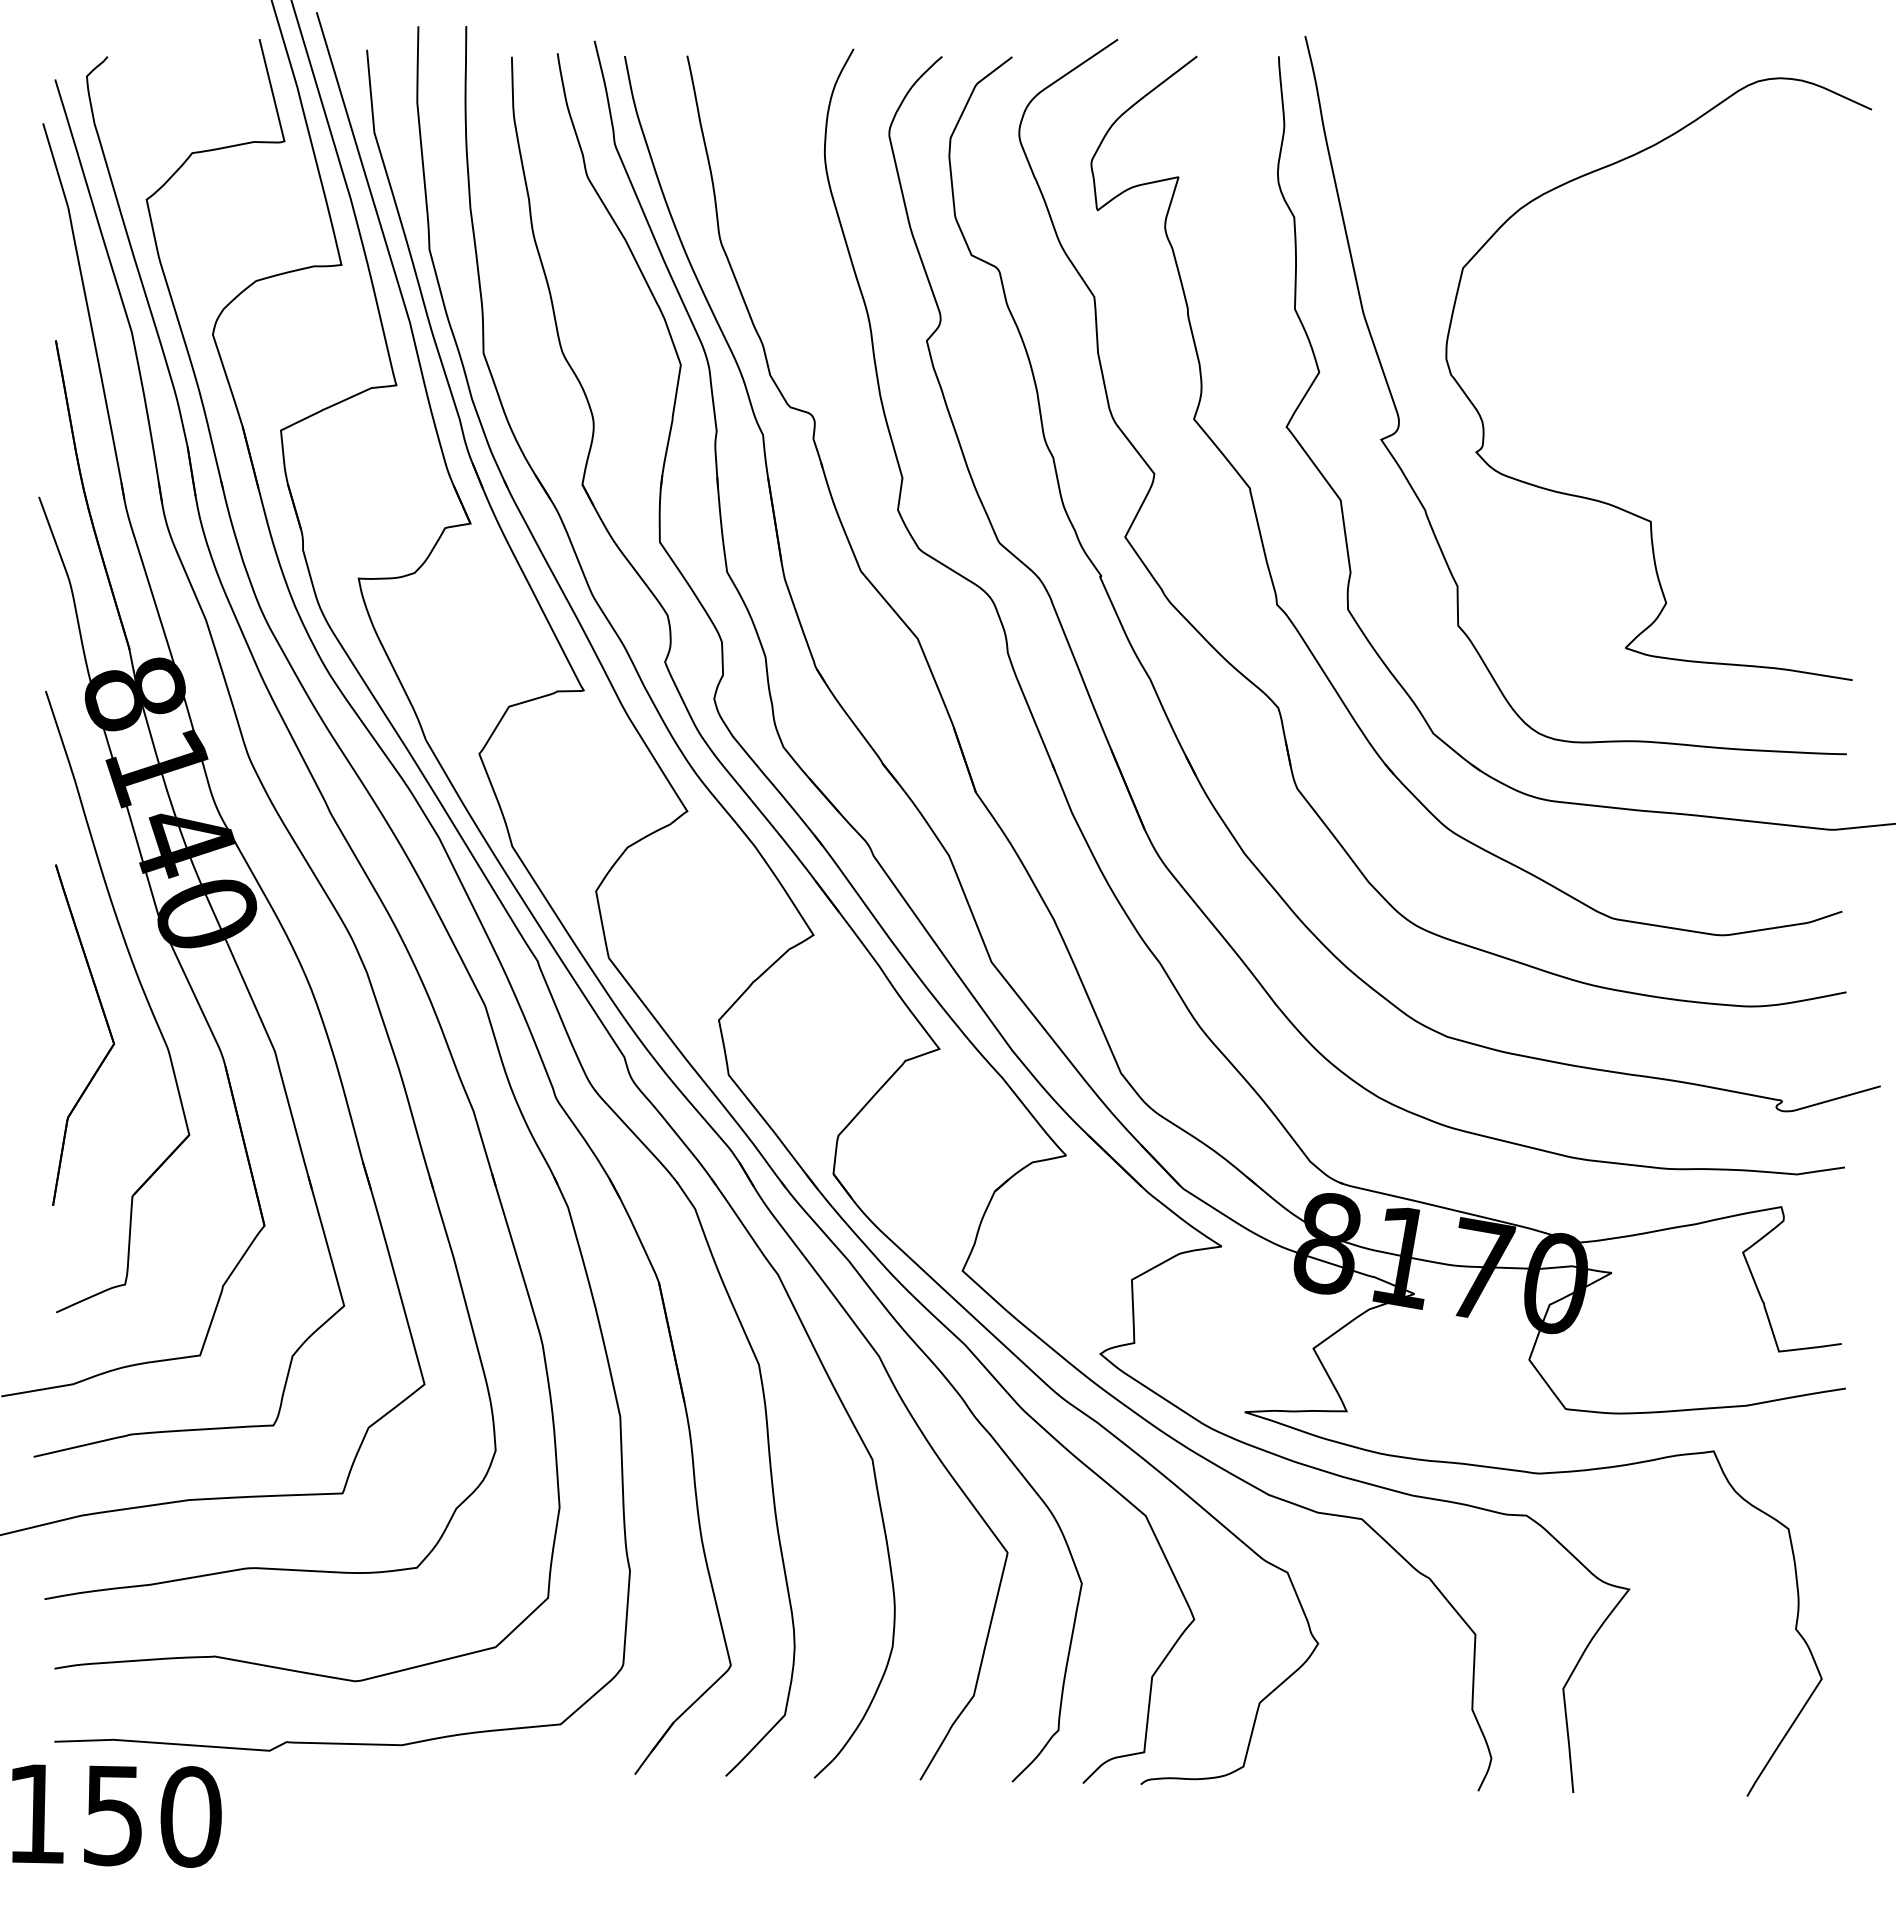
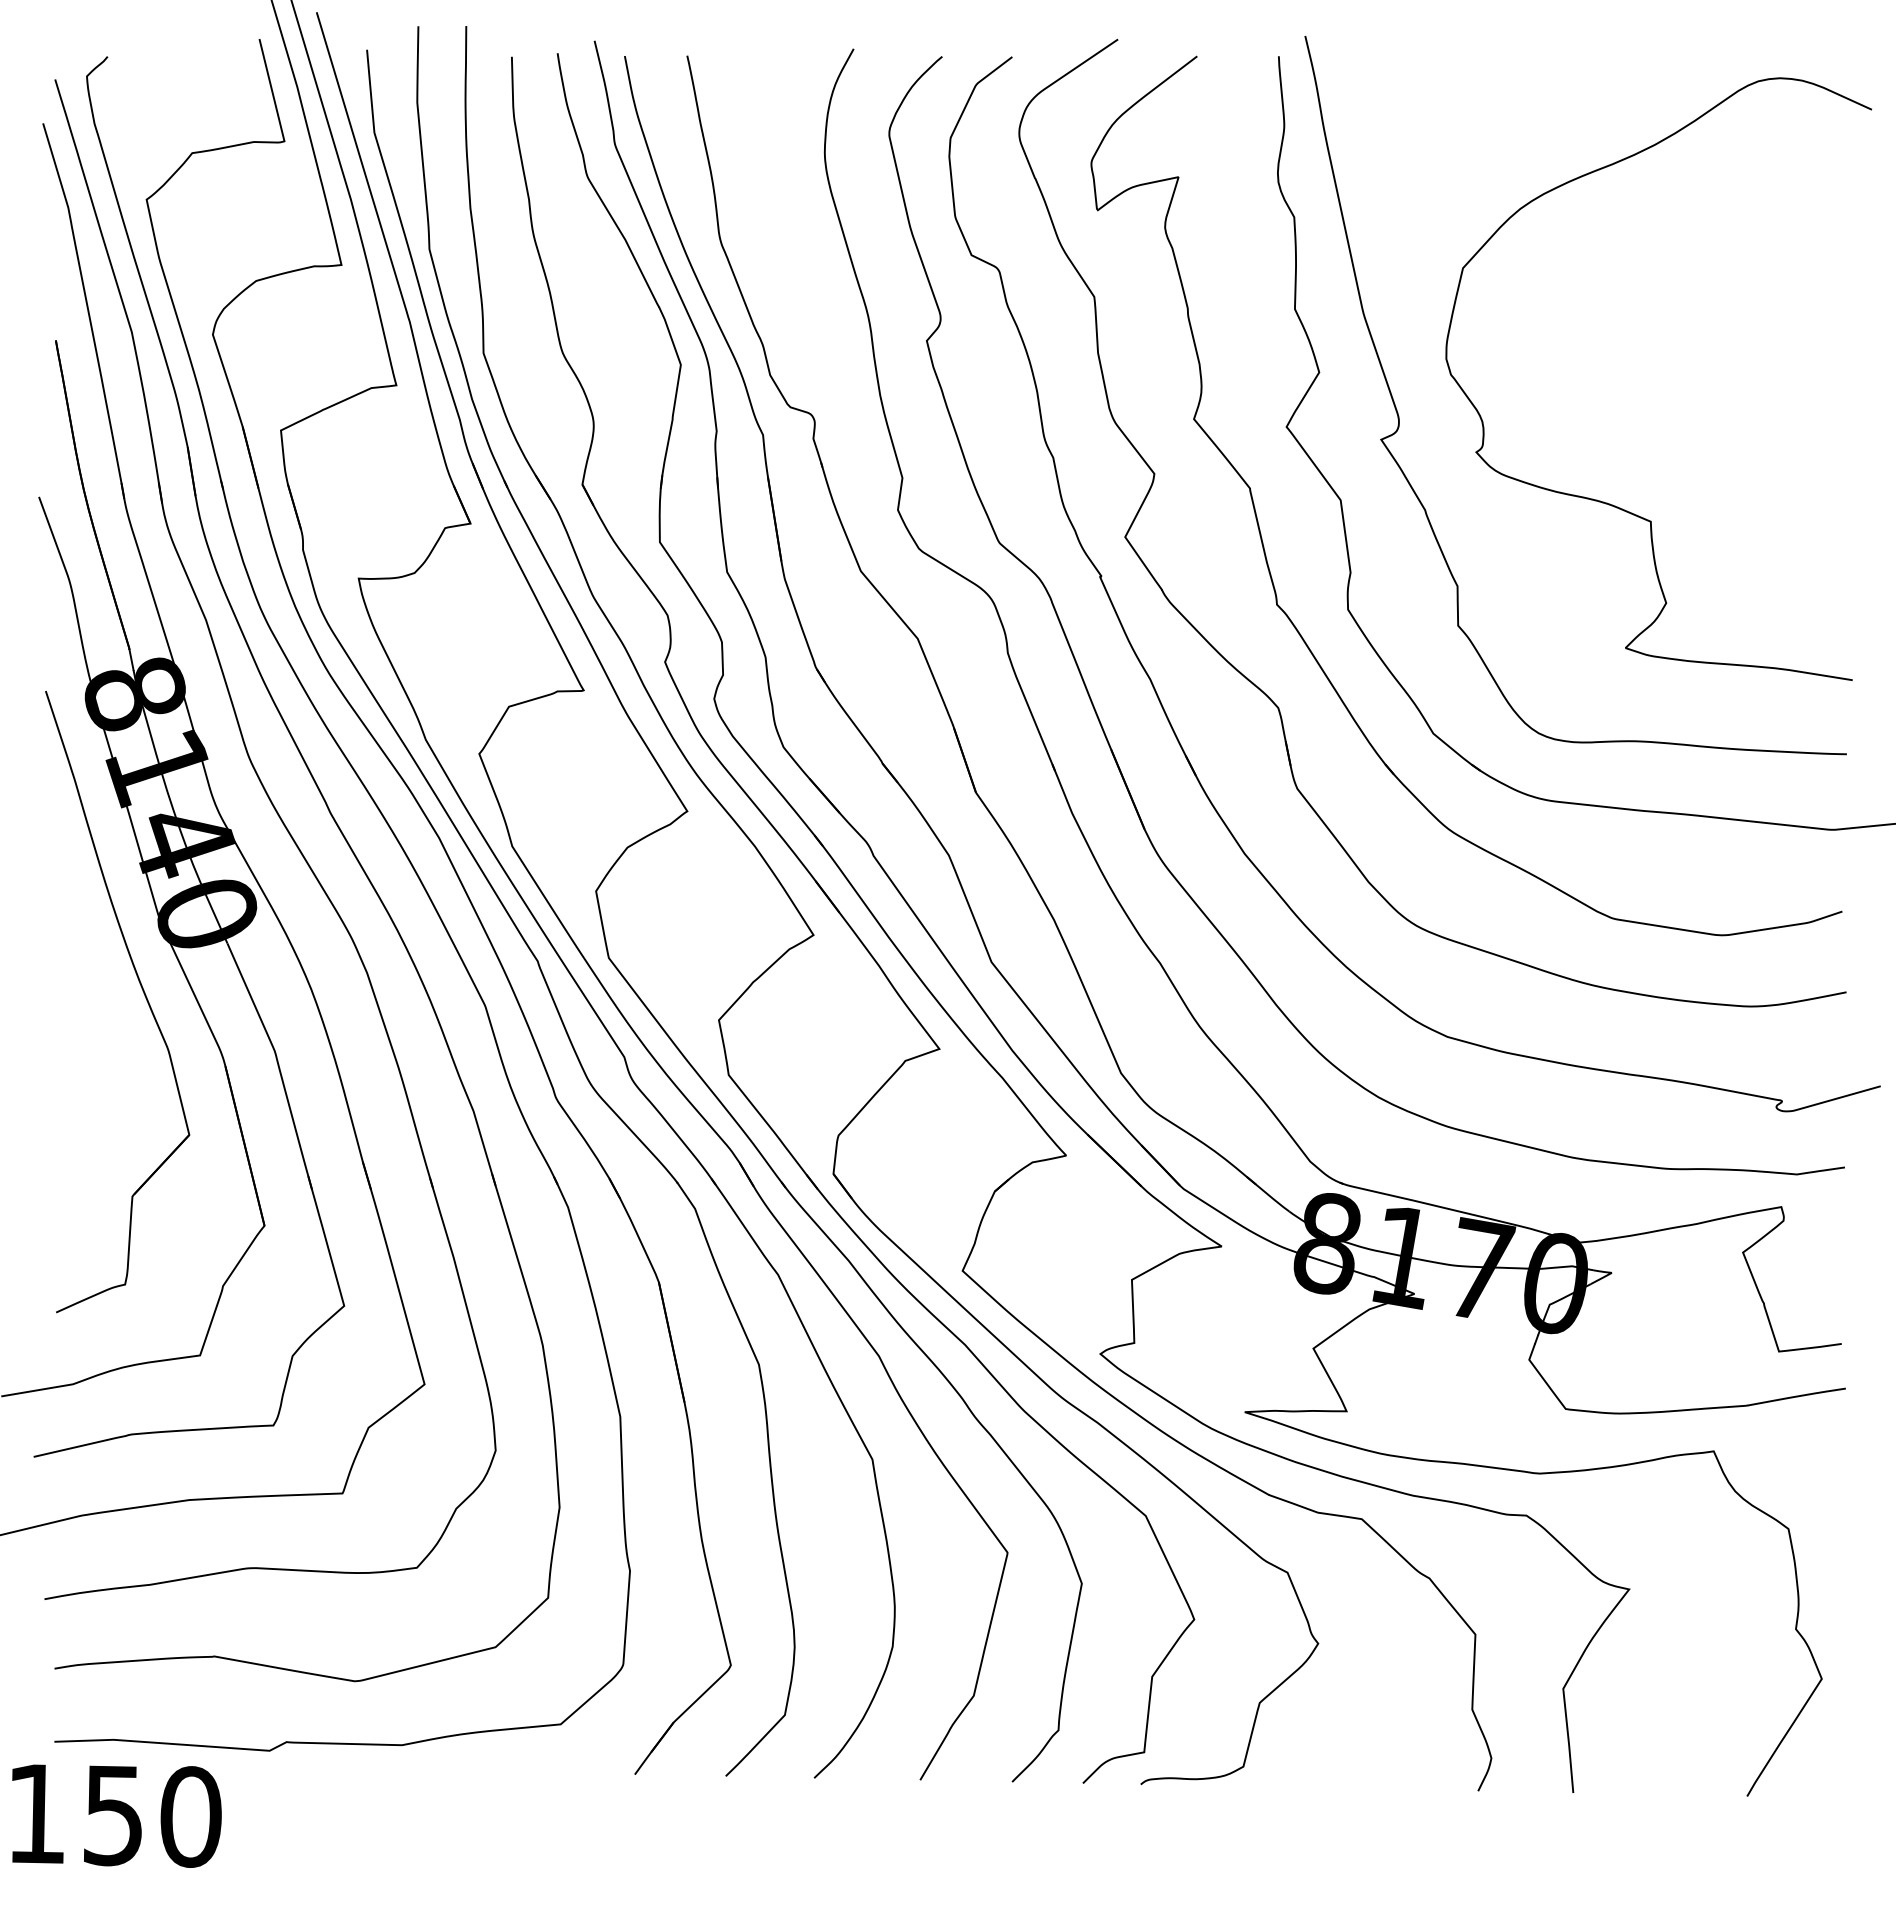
part at (107, 1027): present -> none
